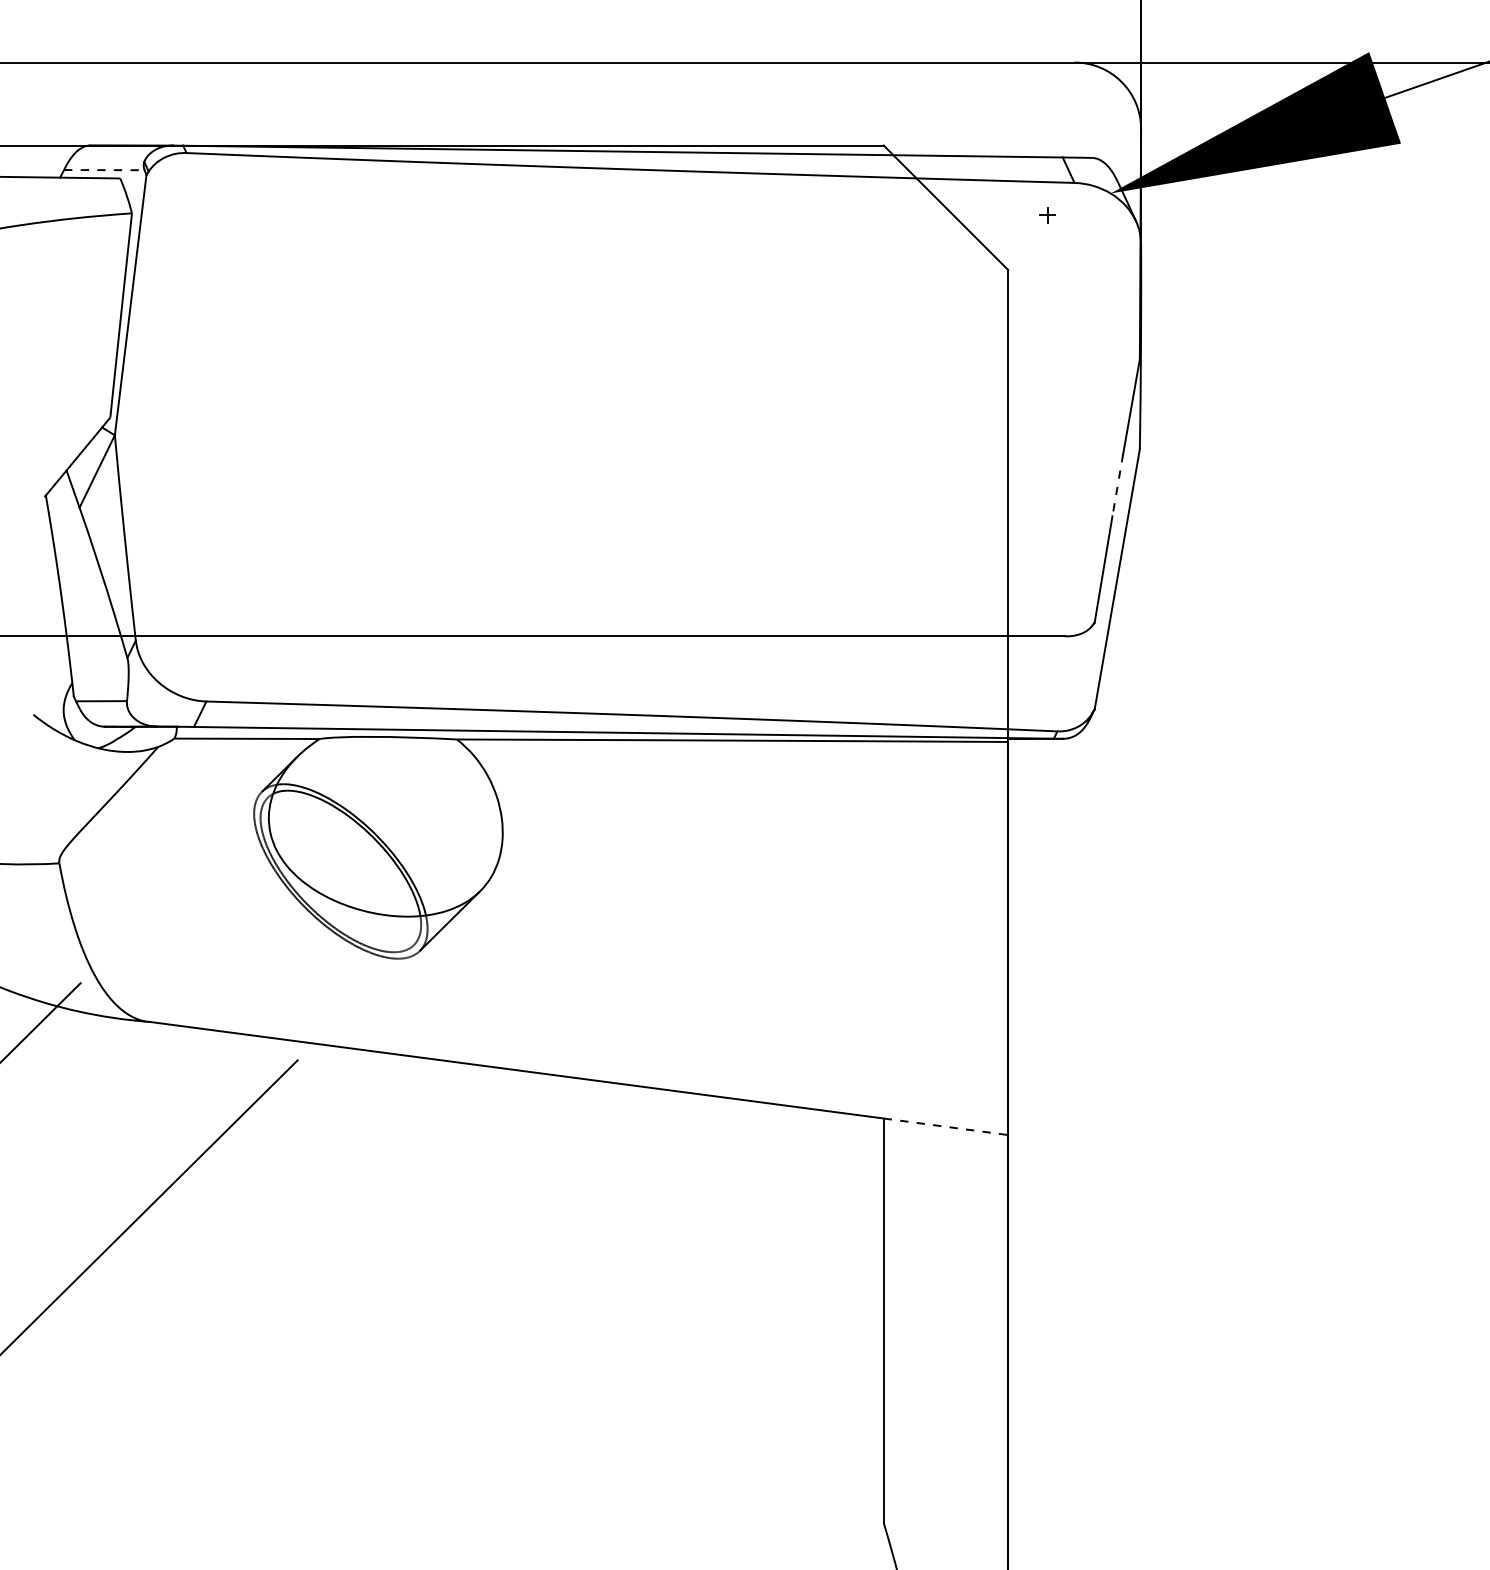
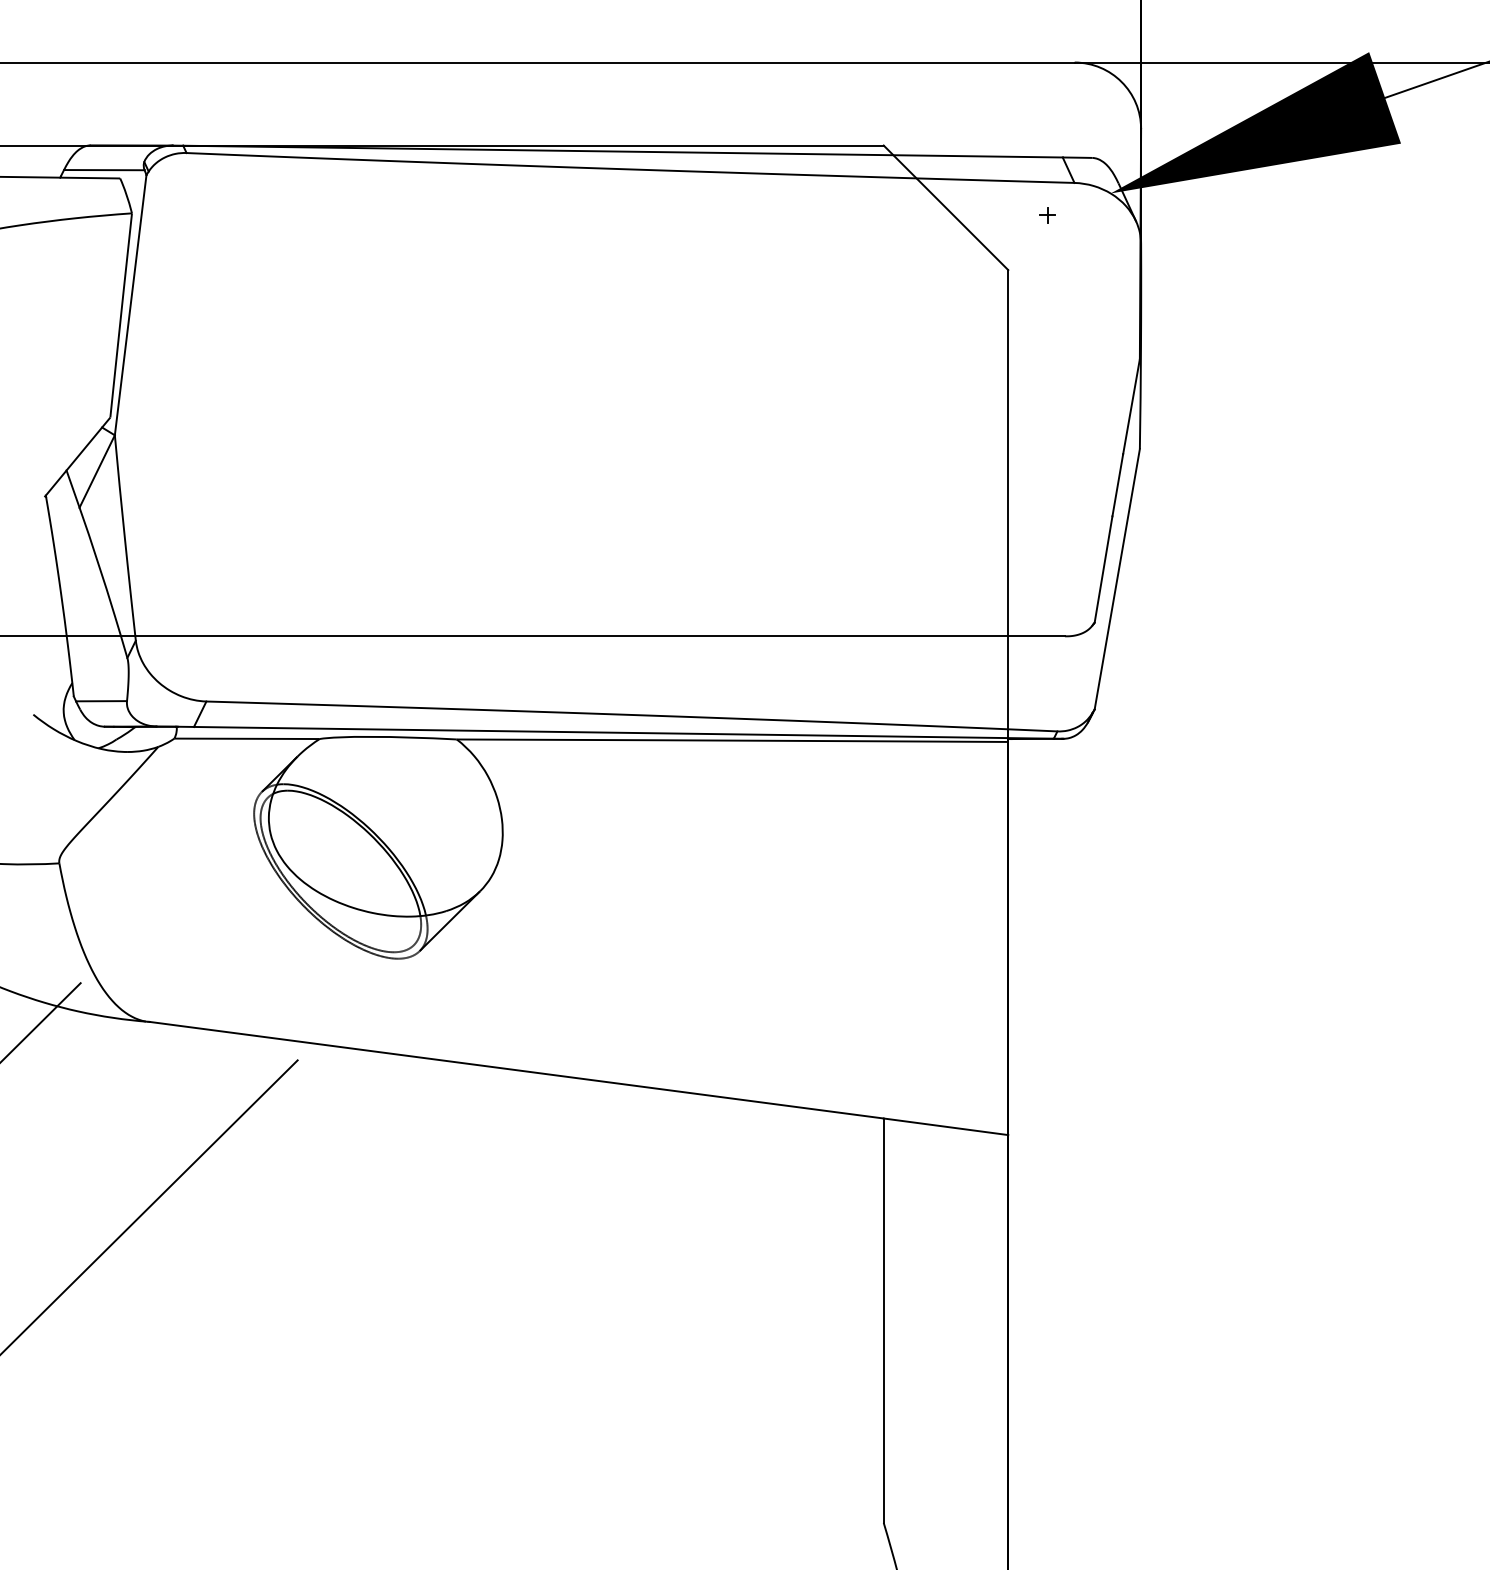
line at (104, 170): dashed -> solid
line at (1117, 485): dashed -> solid
line at (946, 1126): dashed -> solid
